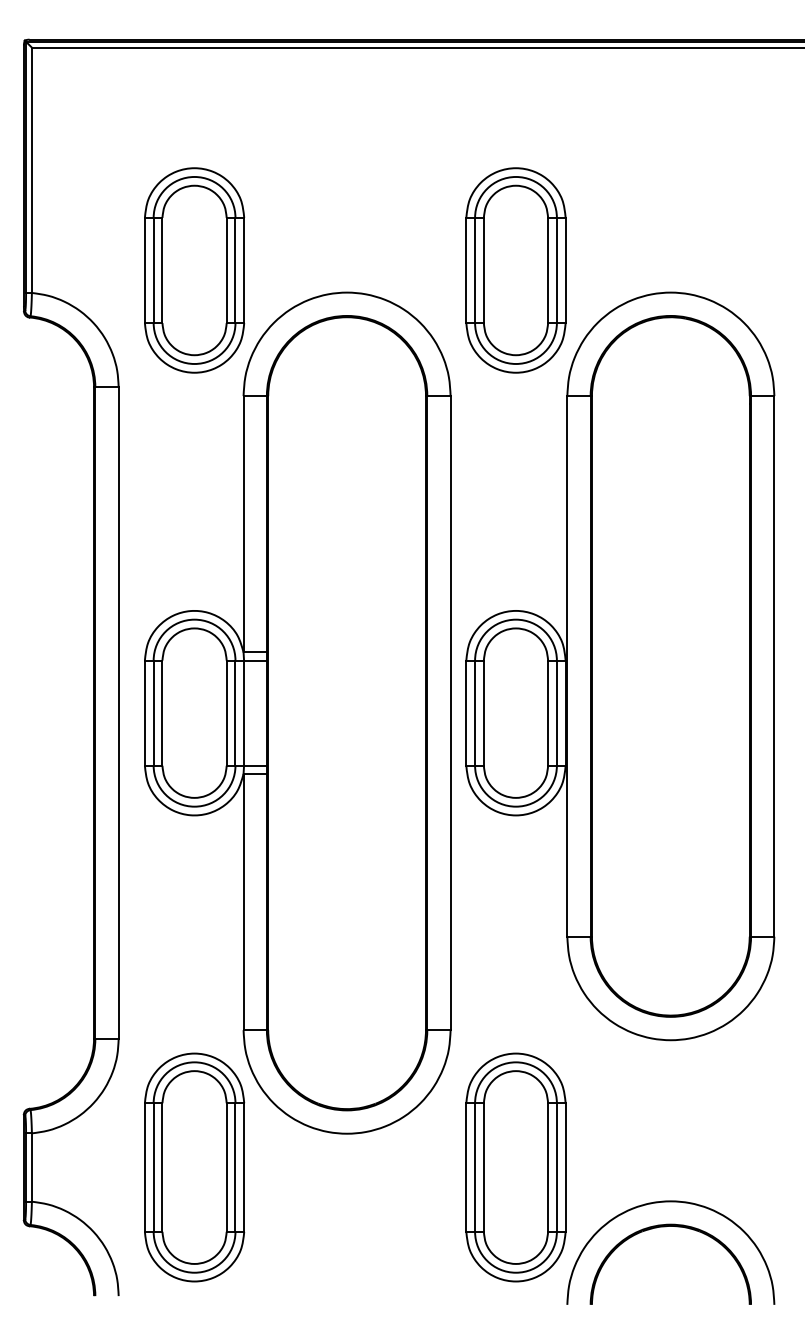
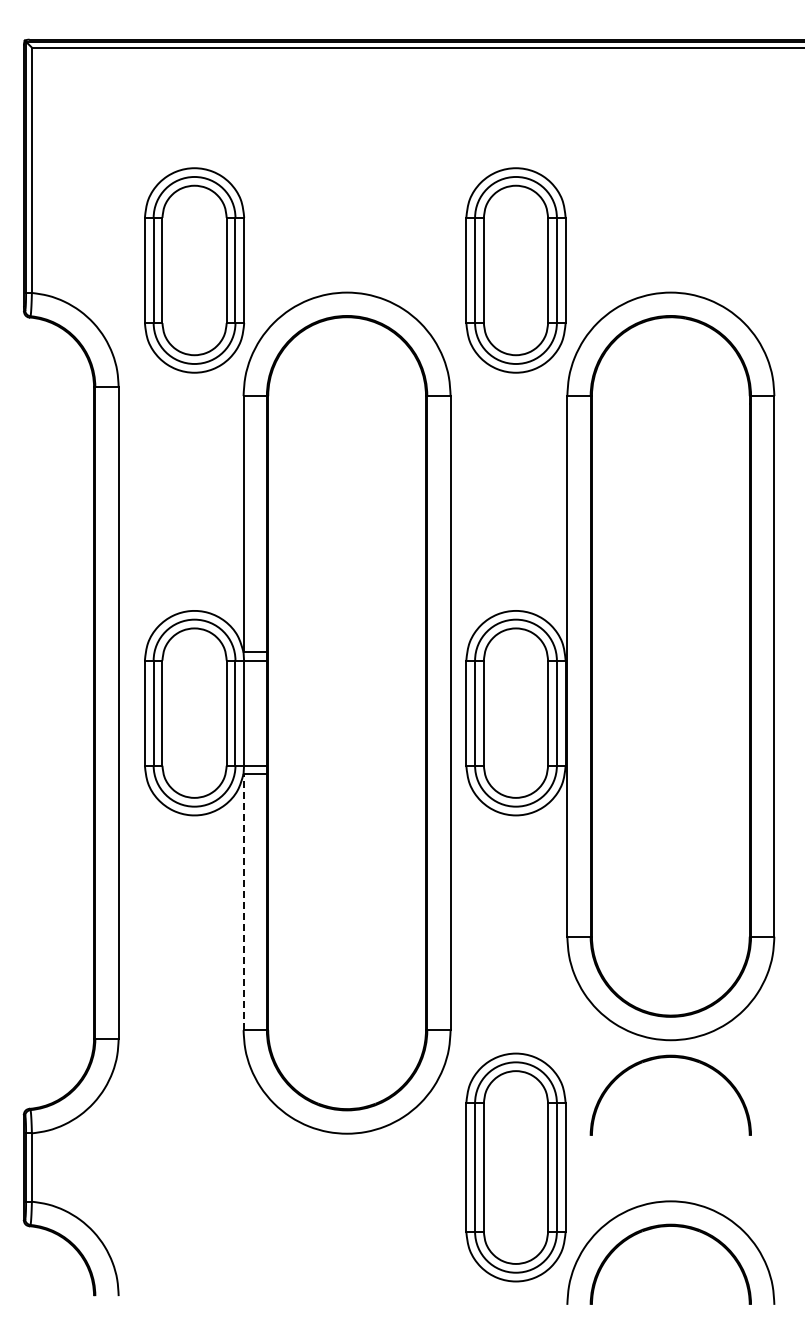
line at (243, 901): solid -> dashed
part at (665, 1058): none -> present
part at (194, 1167): present -> none
